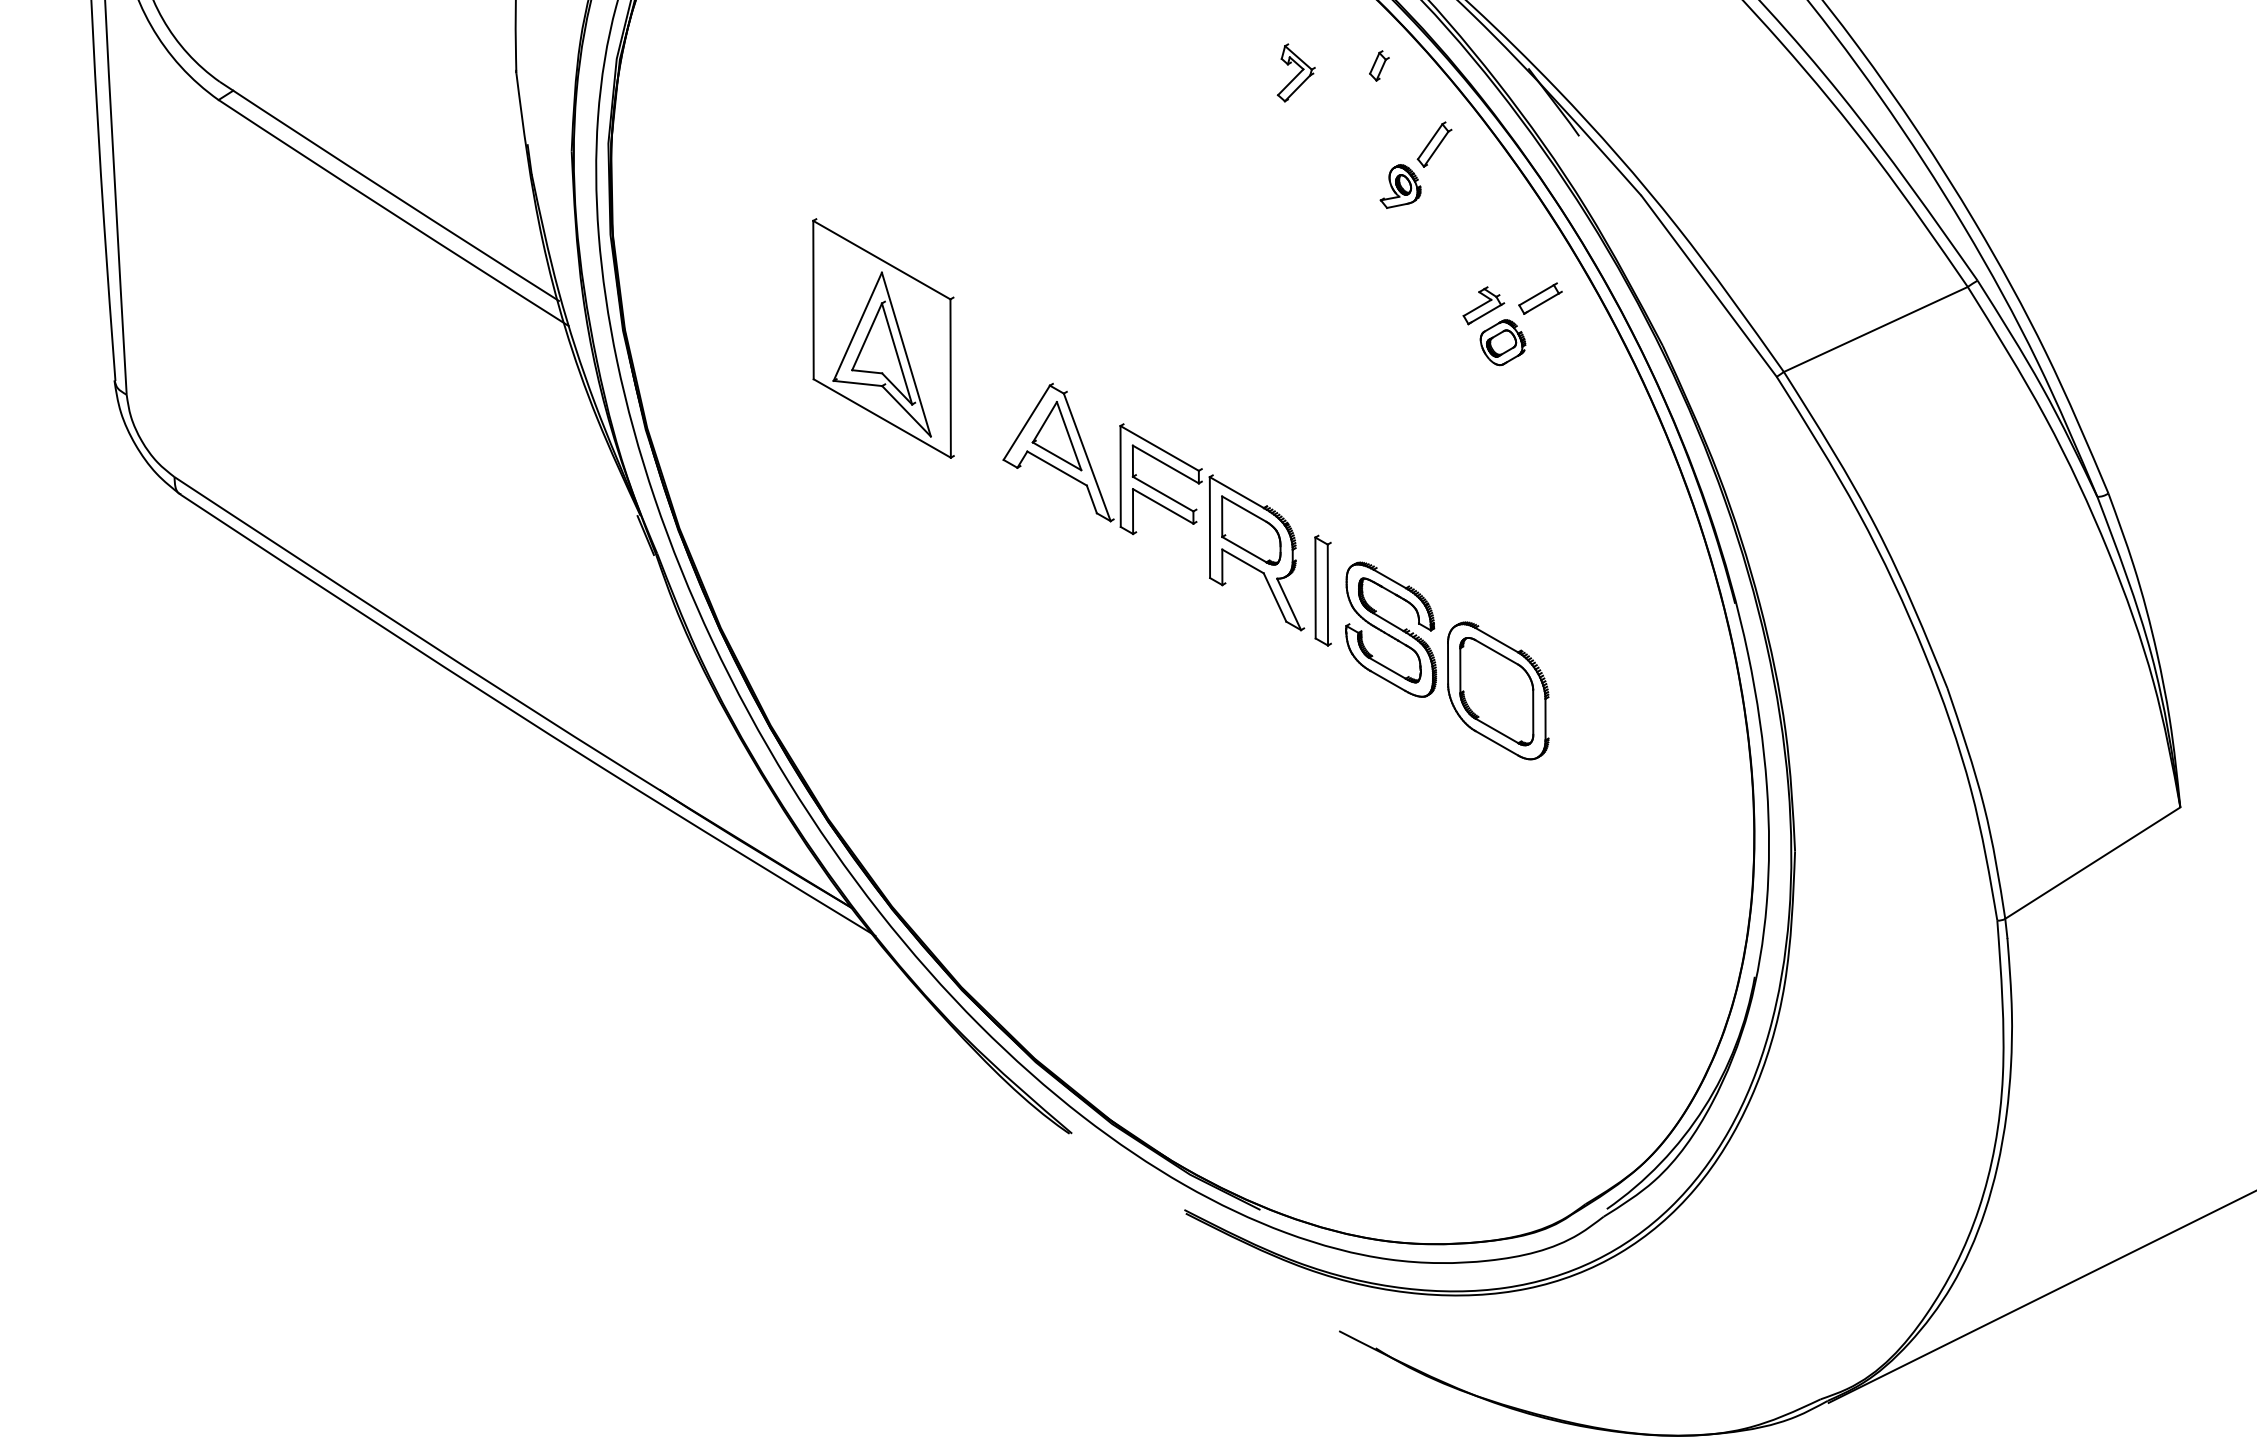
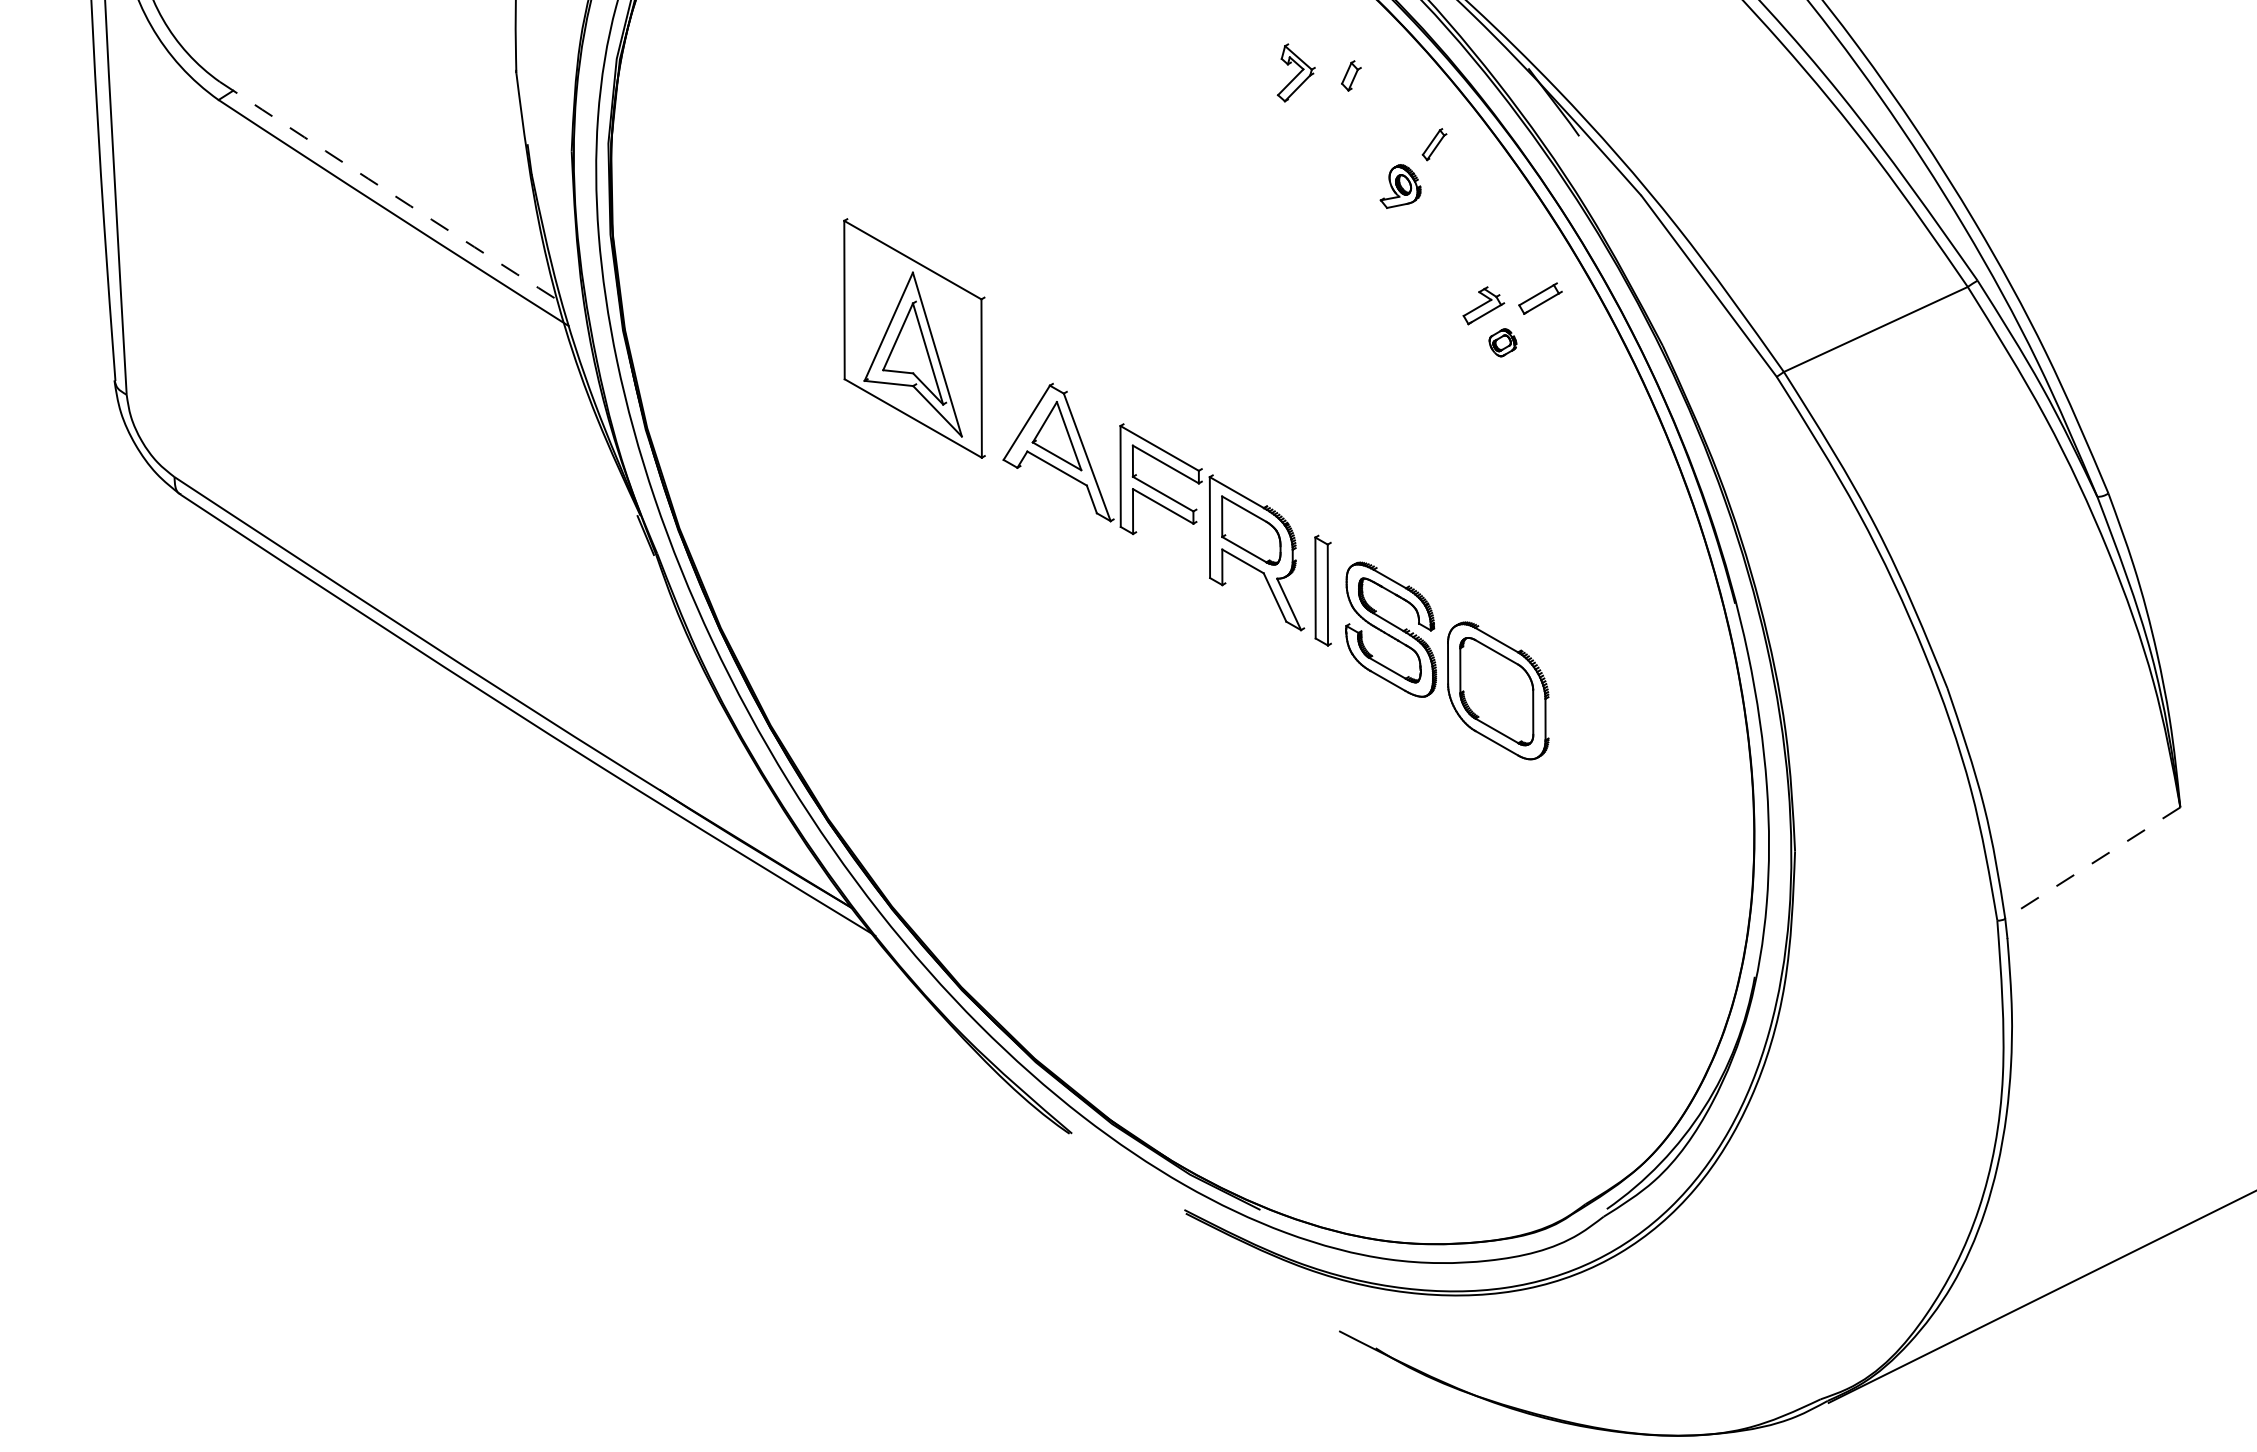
part at (1379, 65) position: (1379, 65) -> (1351, 75)
part at (1434, 144) size: 37x47 px -> 27x34 px
arc at (389, 192): solid -> dashed
part at (883, 338) position: (883, 338) -> (914, 338)
part at (1502, 342) size: 48x48 px -> 30x30 px
line at (2092, 863): solid -> dashed
